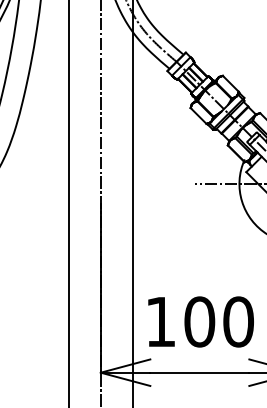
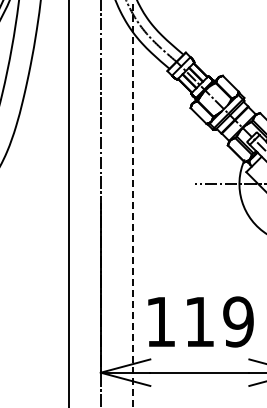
line at (132, 203): solid -> dashed
text at (218, 321): 100 -> 119
